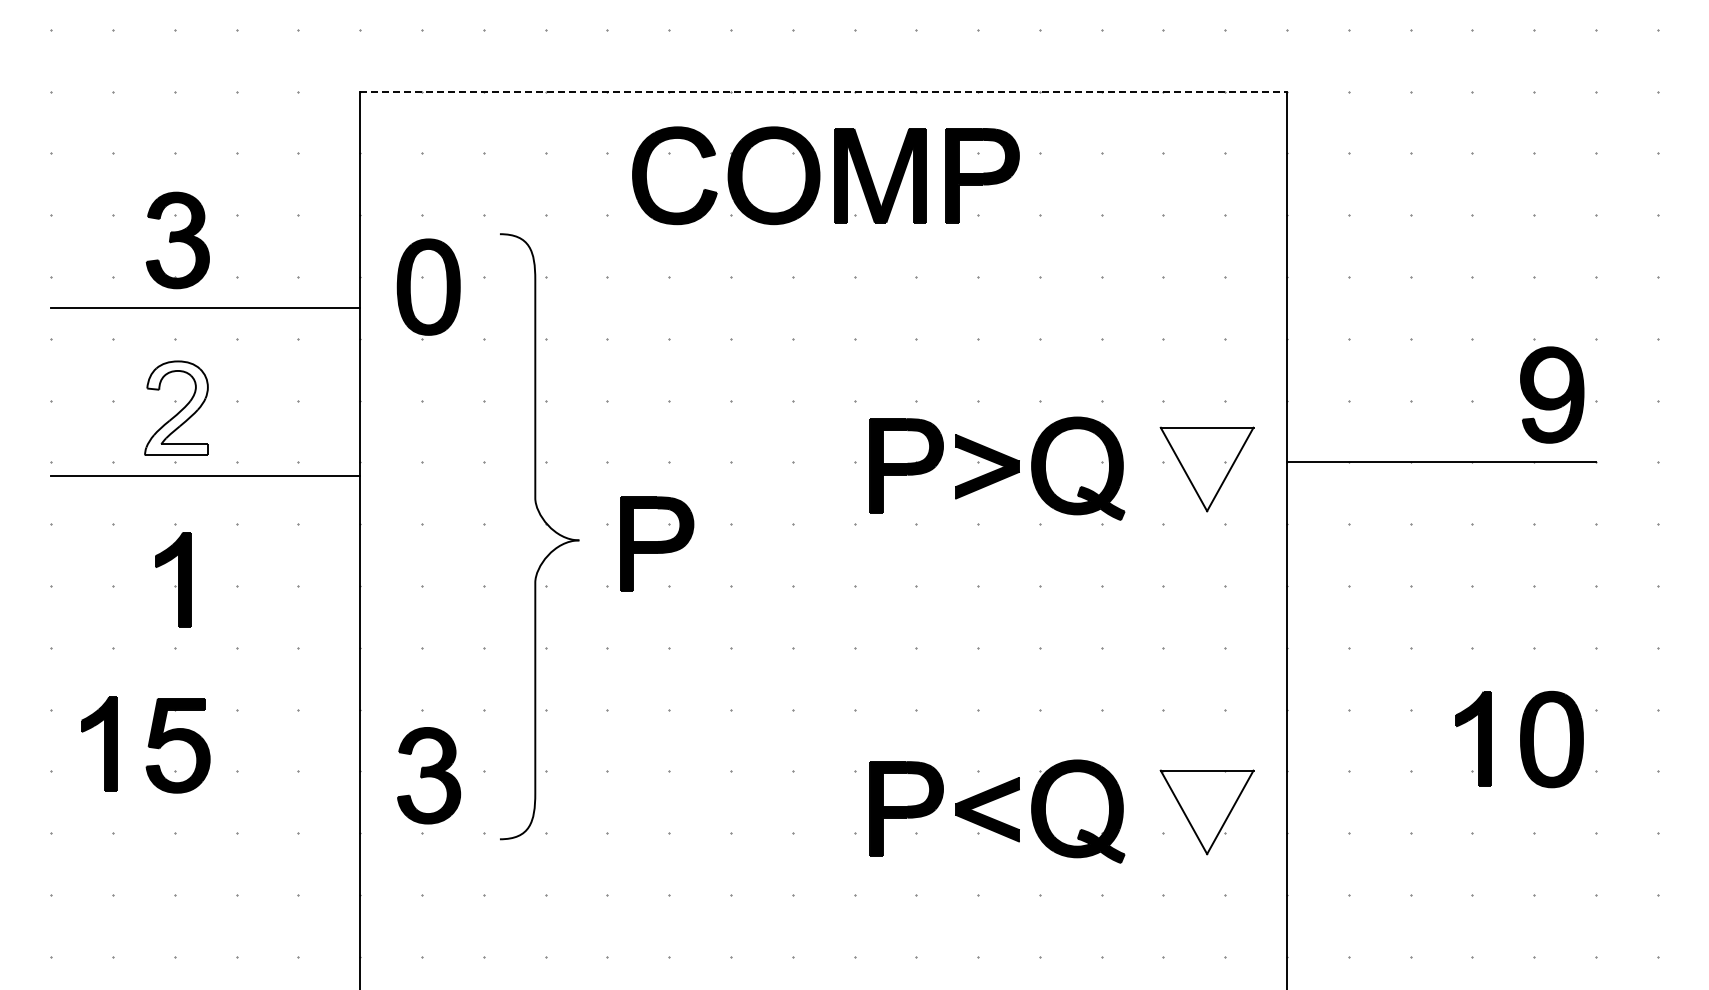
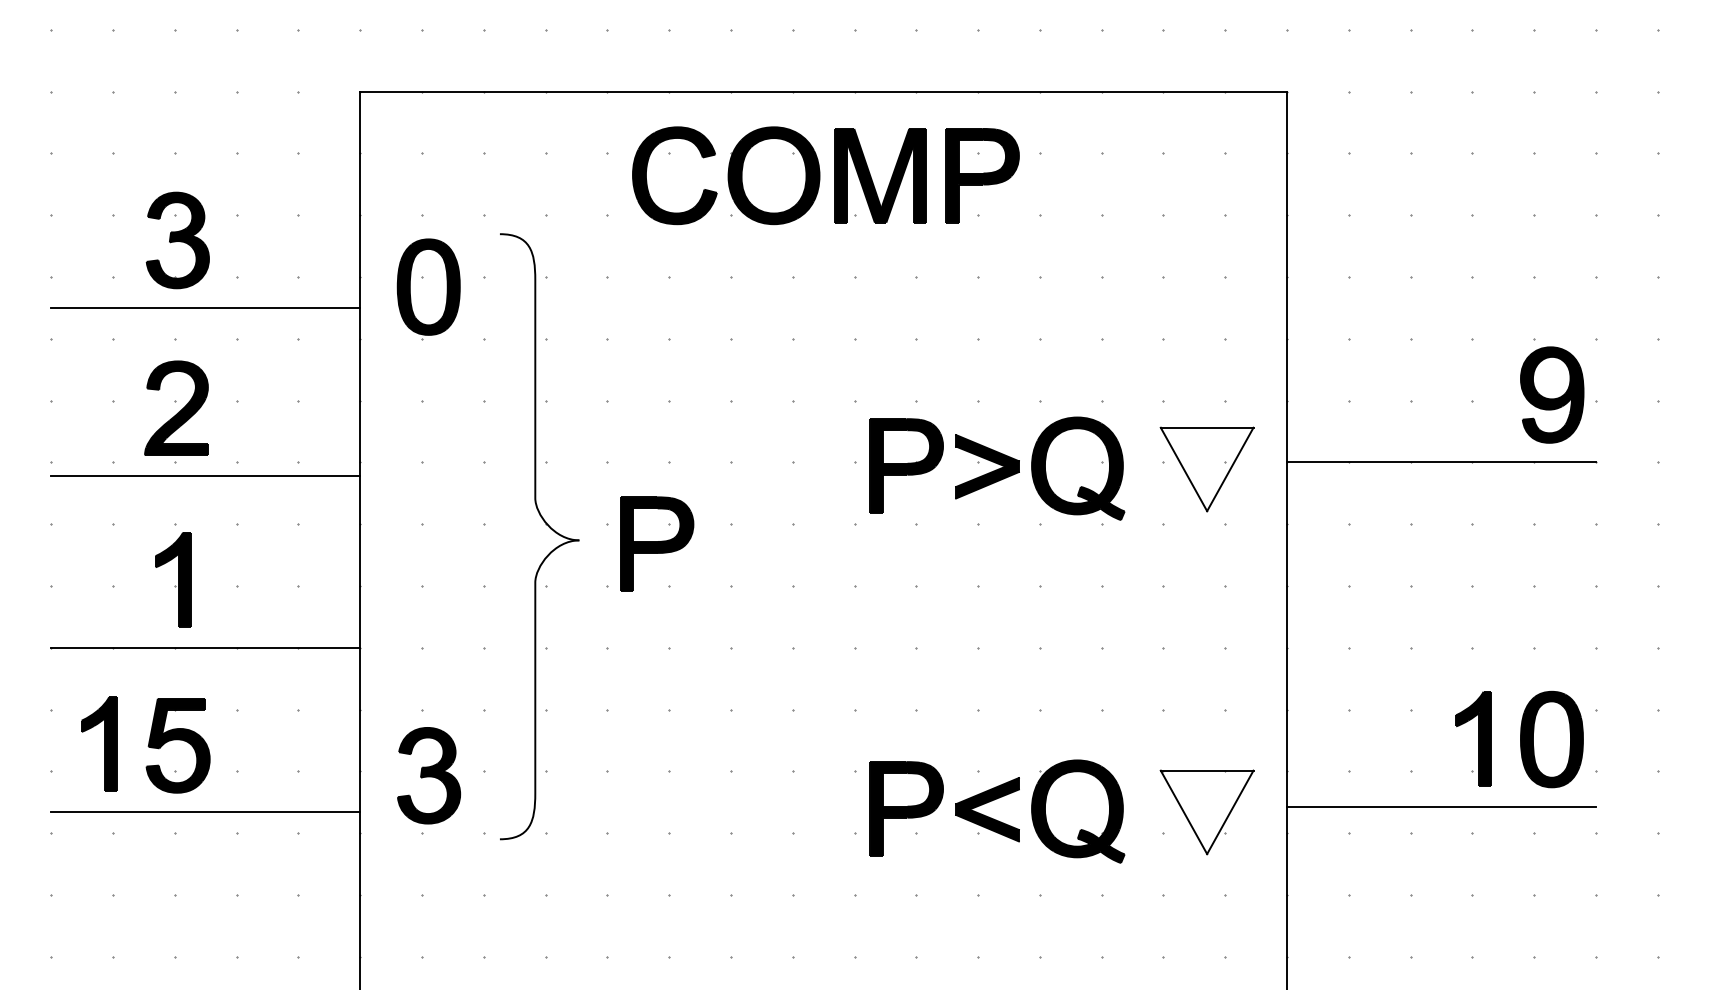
line at (824, 91): dashed -> solid
fill at (176, 408): none -> present
line at (205, 647): none -> present
line at (1440, 806): none -> present
line at (205, 812): none -> present
